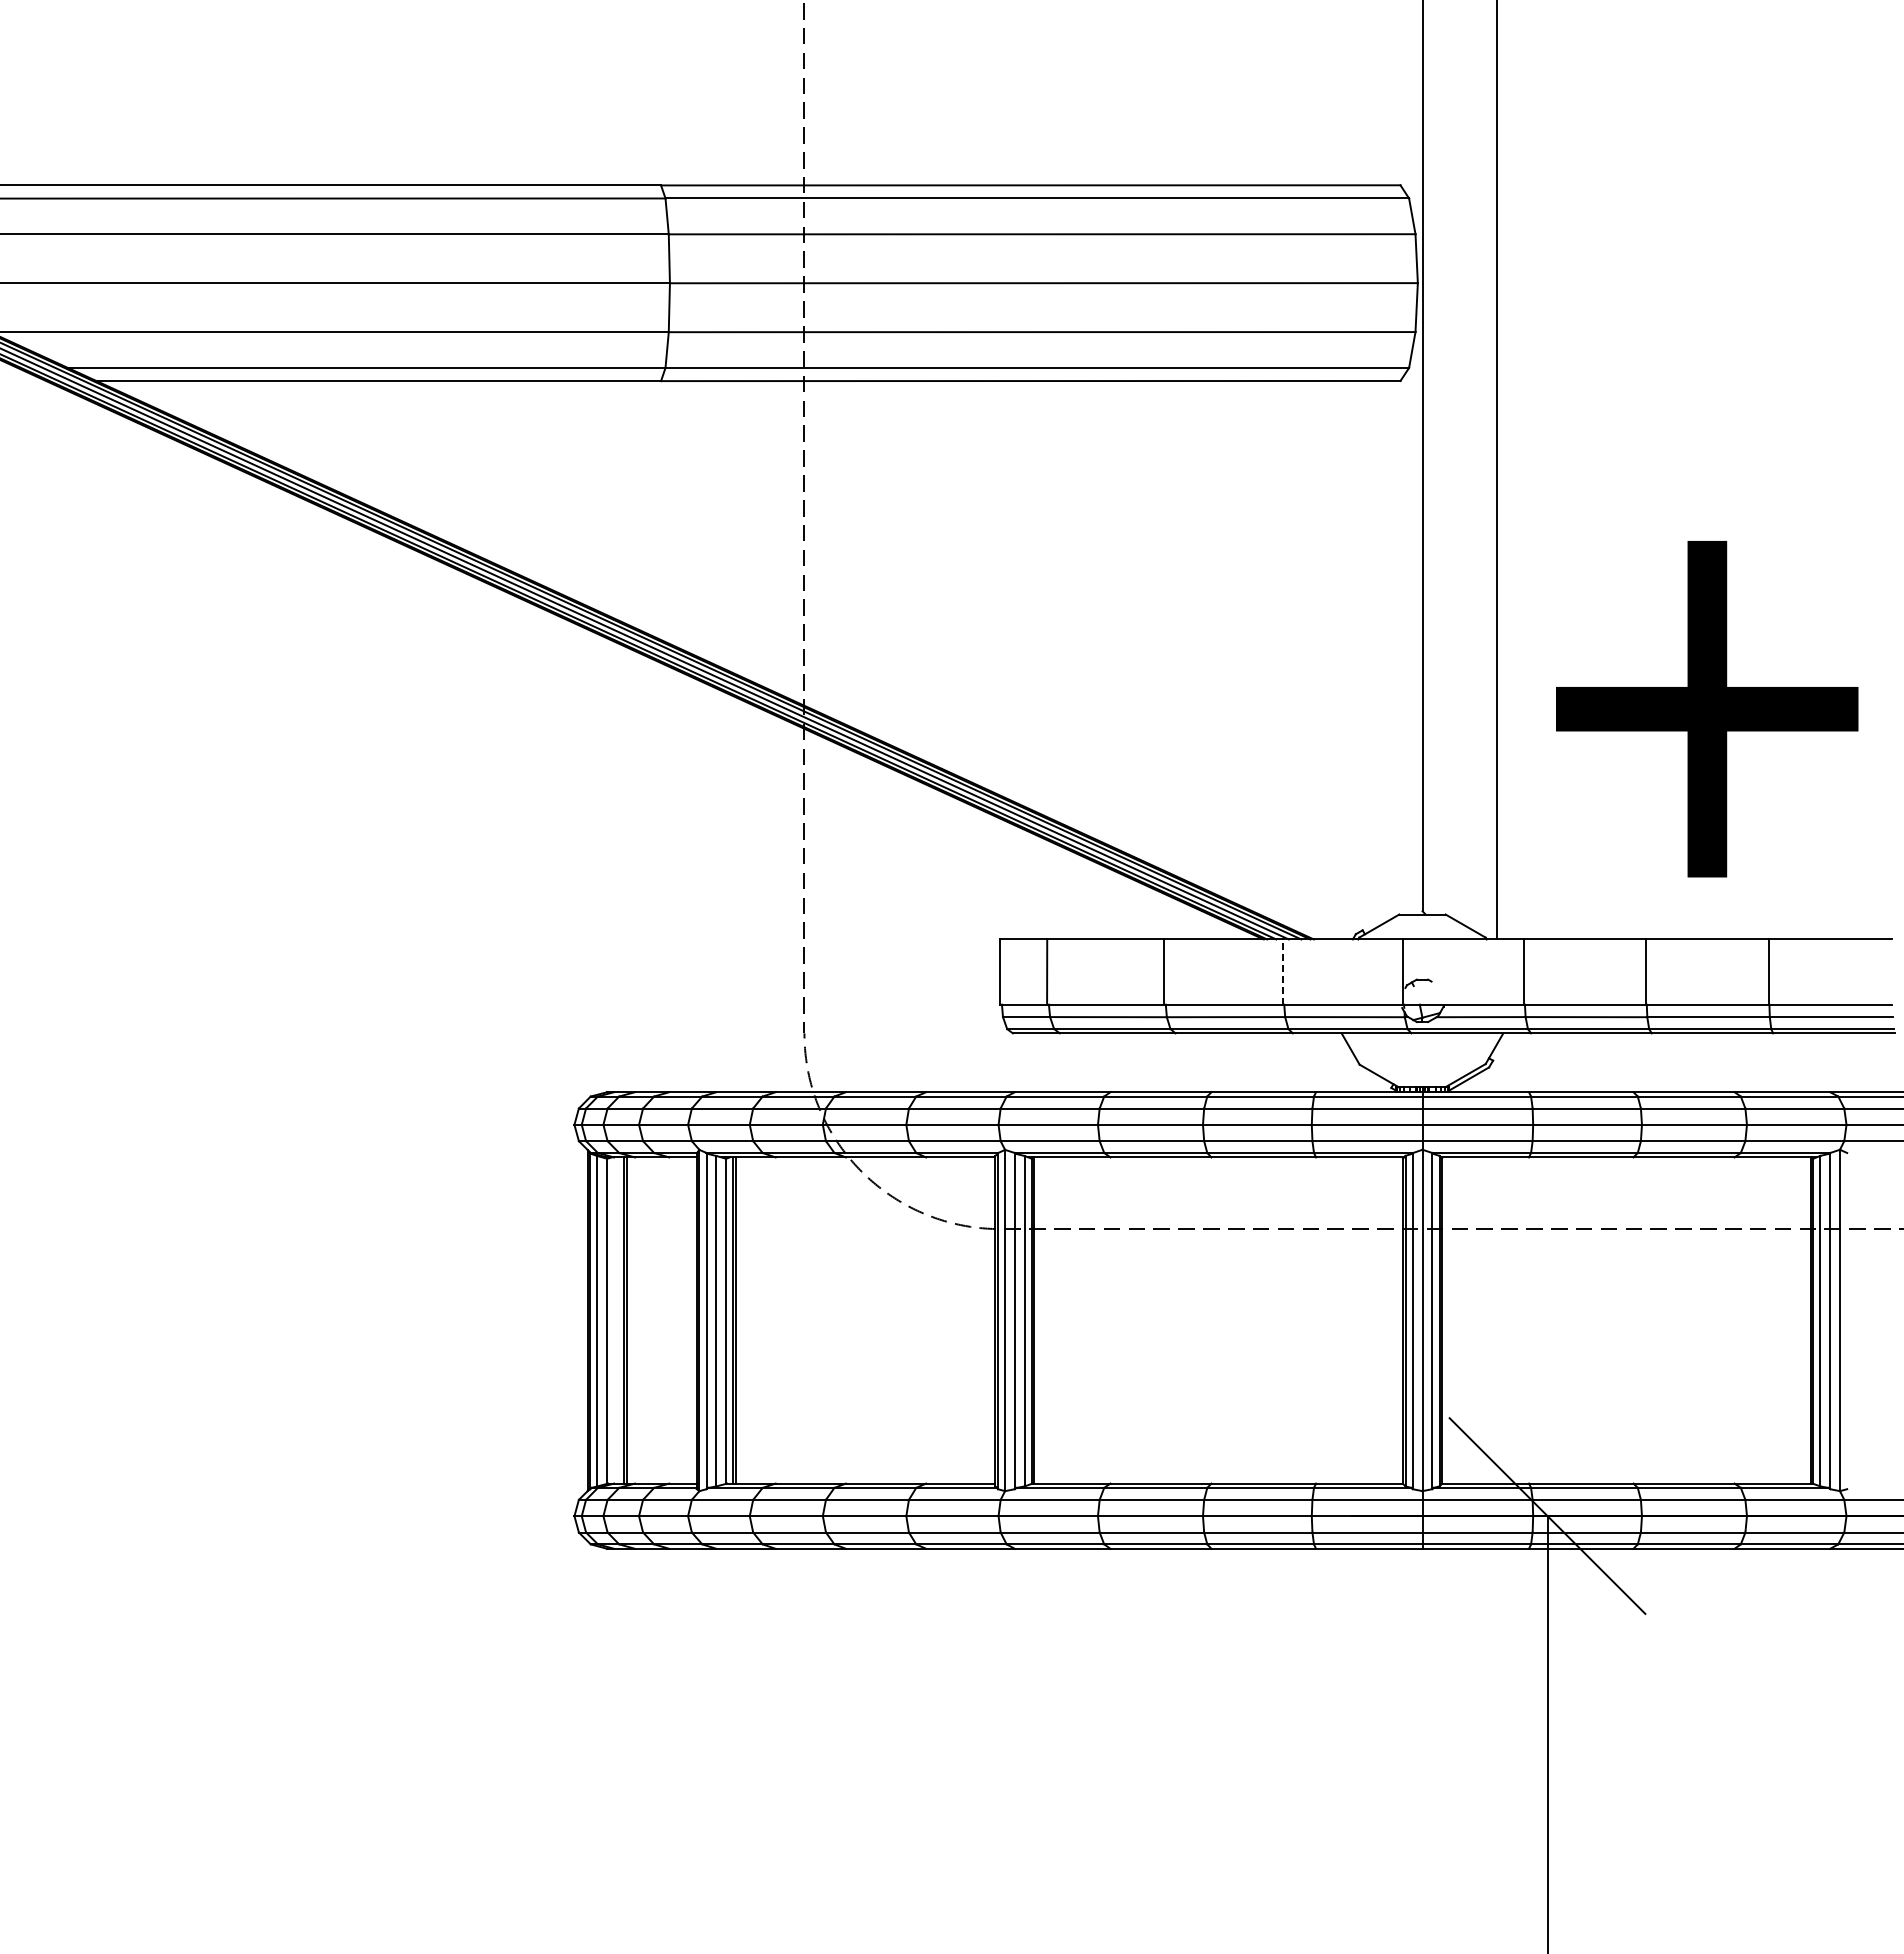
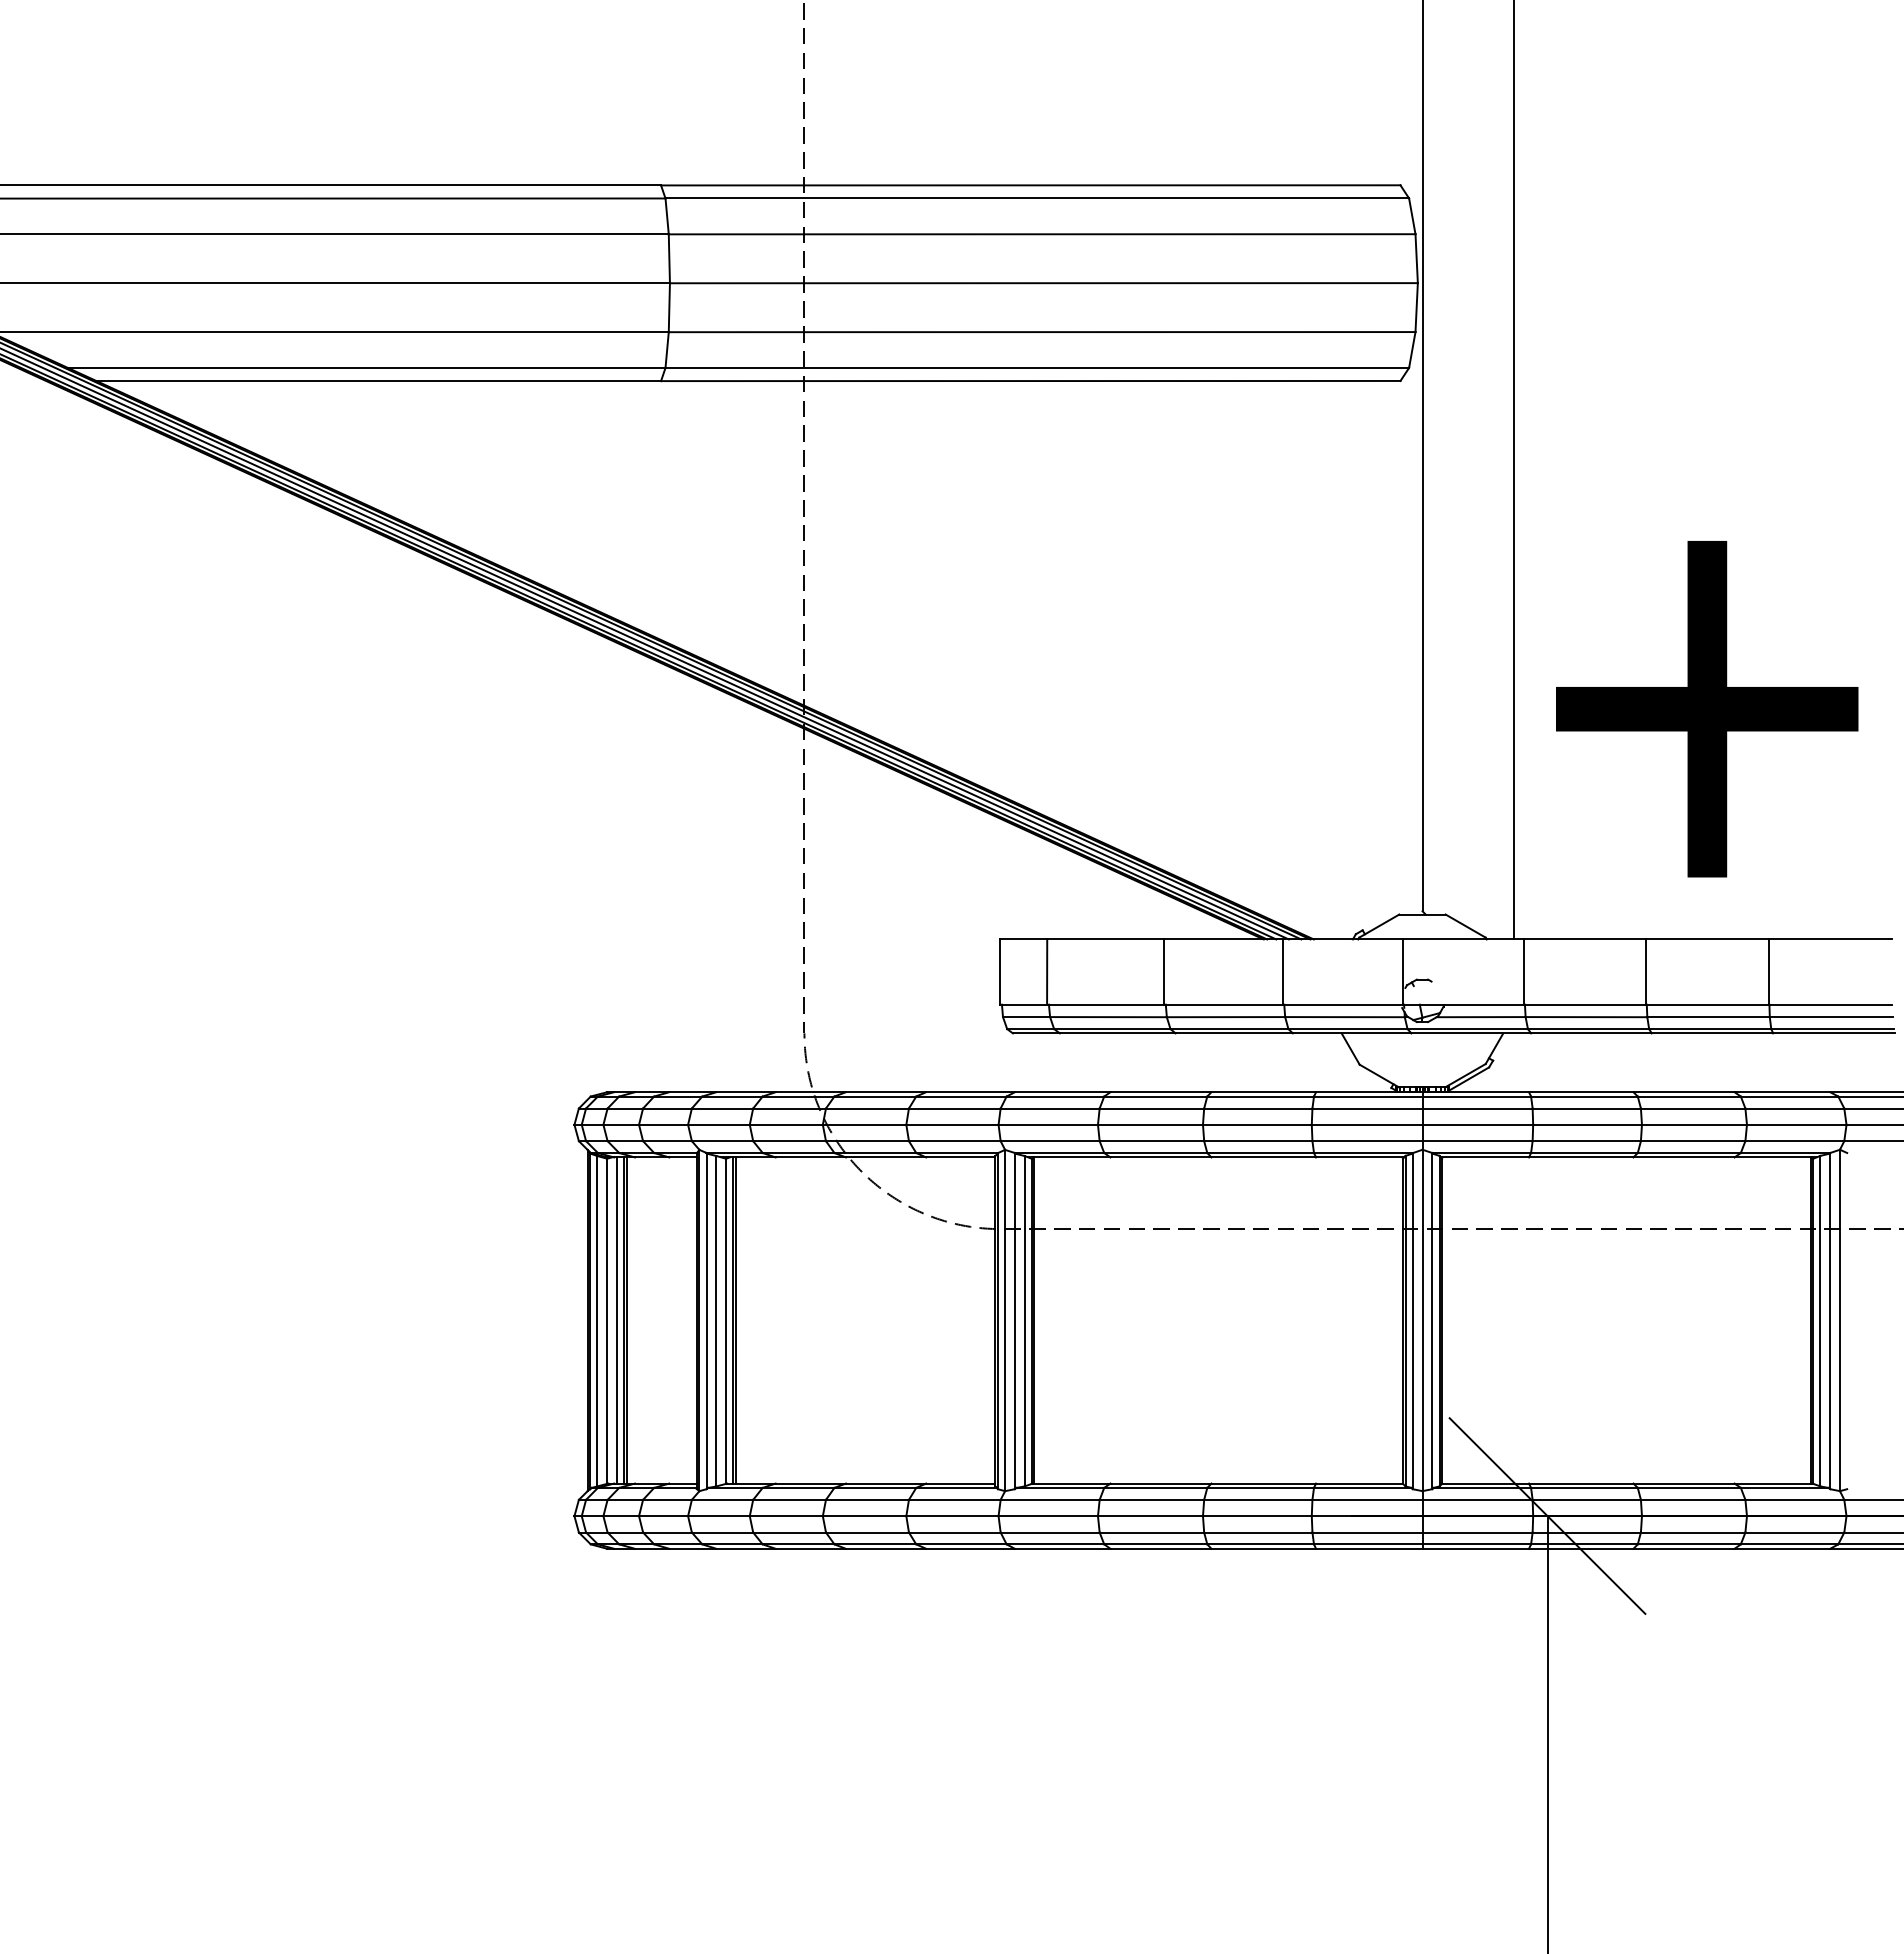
line at (1496, 470) position: (1496, 470) -> (1513, 470)
line at (1282, 972): dashed -> solid
line at (616, 1320): none -> present
